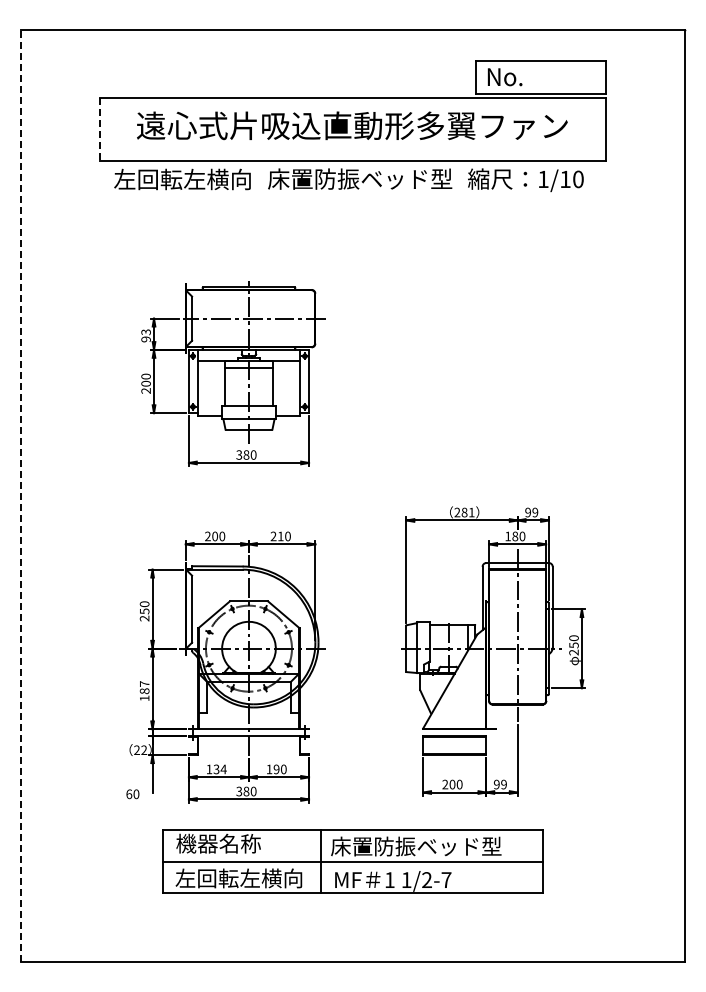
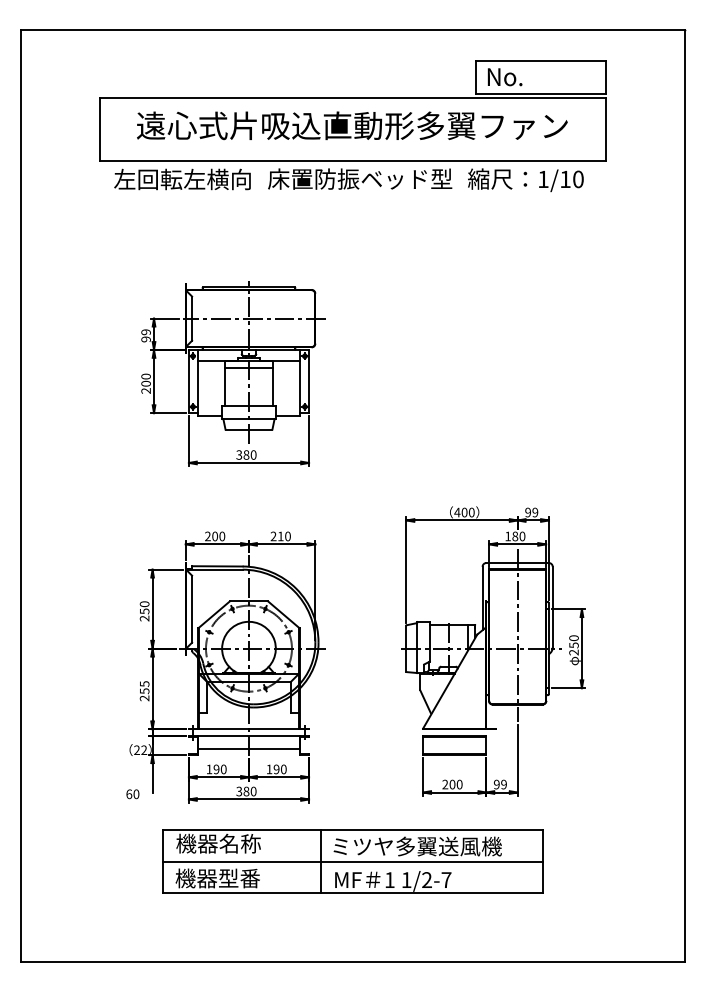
line at (100, 129): dashed -> solid
text at (145, 332): 93 -> 99
line at (21, 495): dashed -> solid
text at (464, 512): 281 -> 400
text at (144, 691): 187 -> 255
line at (248, 748): none -> present
text at (219, 769): 134 -> 190
text at (416, 846): 床置防振ベッド型 -> ミツヤ多翼送風機
text at (238, 878): 左回転左横向 -> 機器型番
